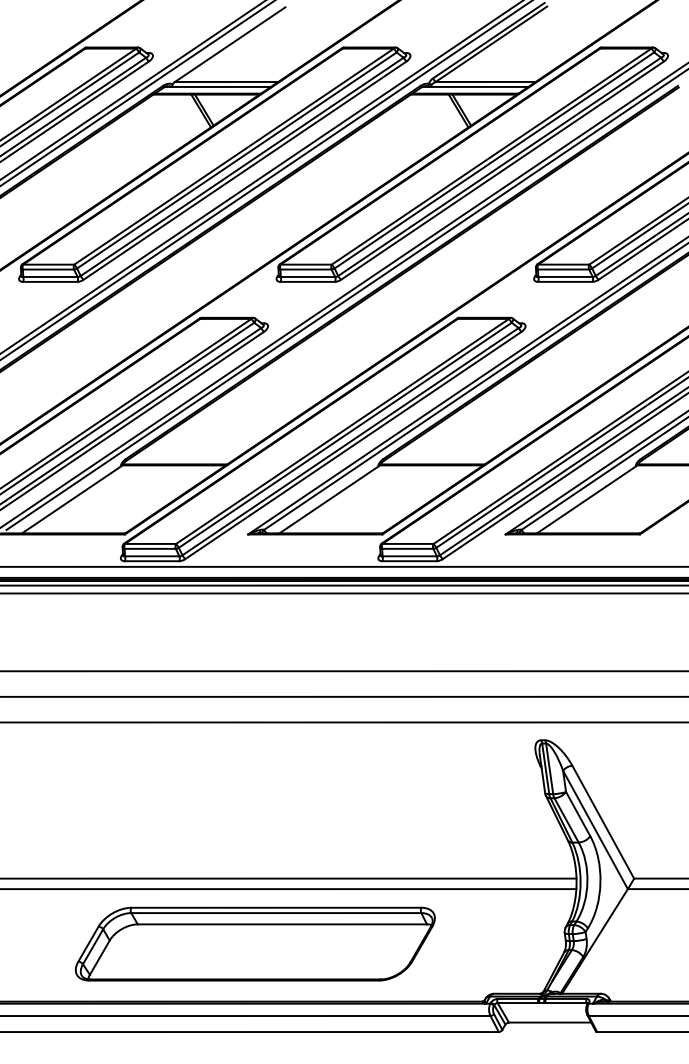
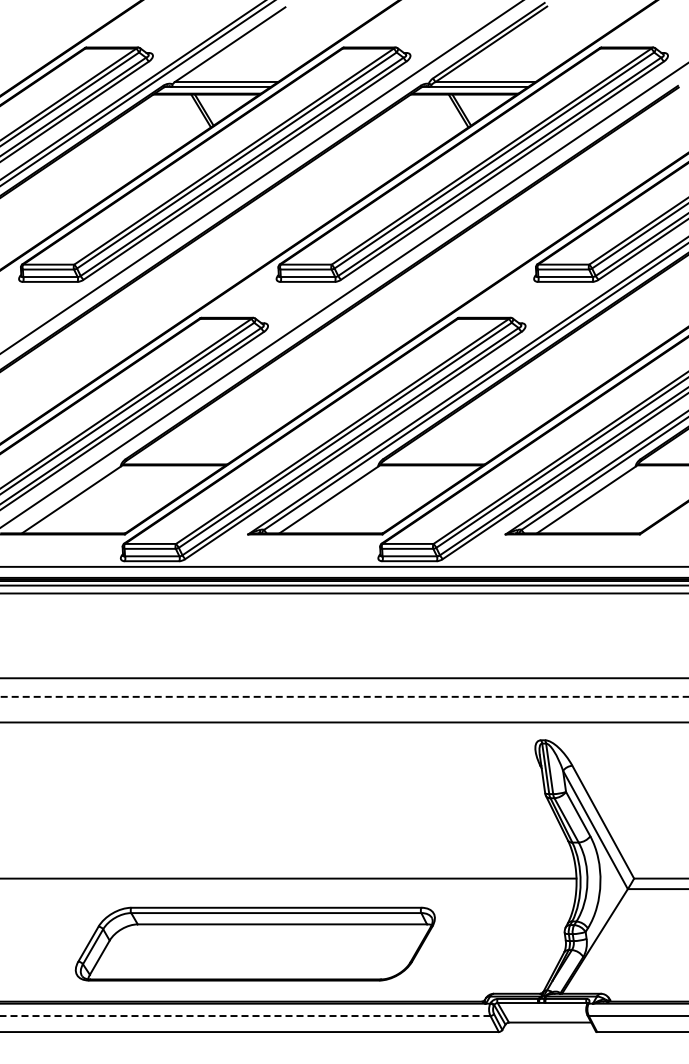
line at (265, 180): present -> none
line at (345, 299): present -> none
line at (343, 671) position: (343, 671) -> (343, 678)
line at (345, 696): solid -> dashed
line at (289, 889): present -> none
line at (245, 1016): solid -> dashed
